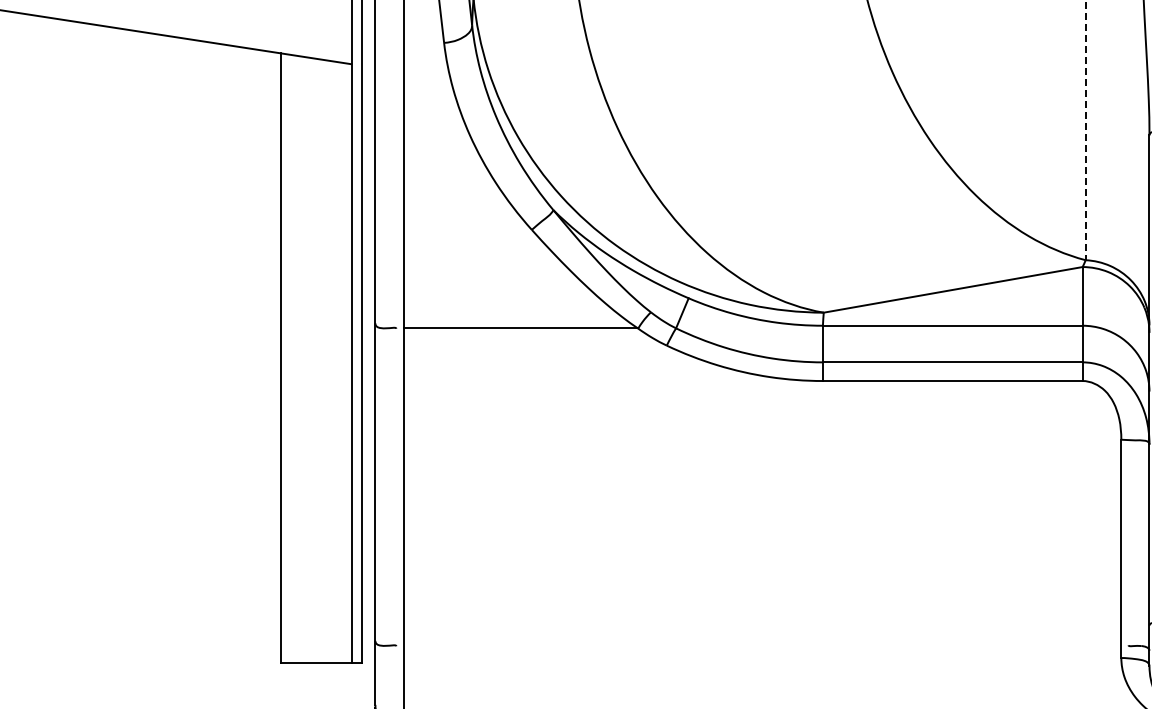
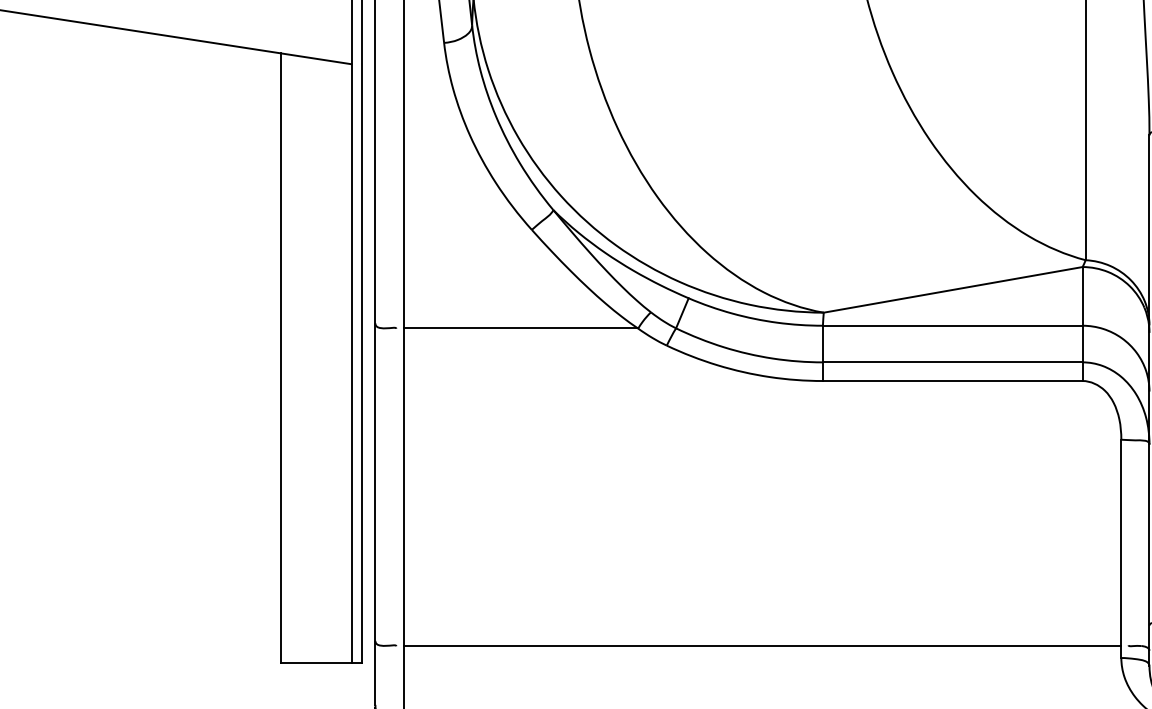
line at (1085, 130): dashed -> solid
line at (762, 645): none -> present
